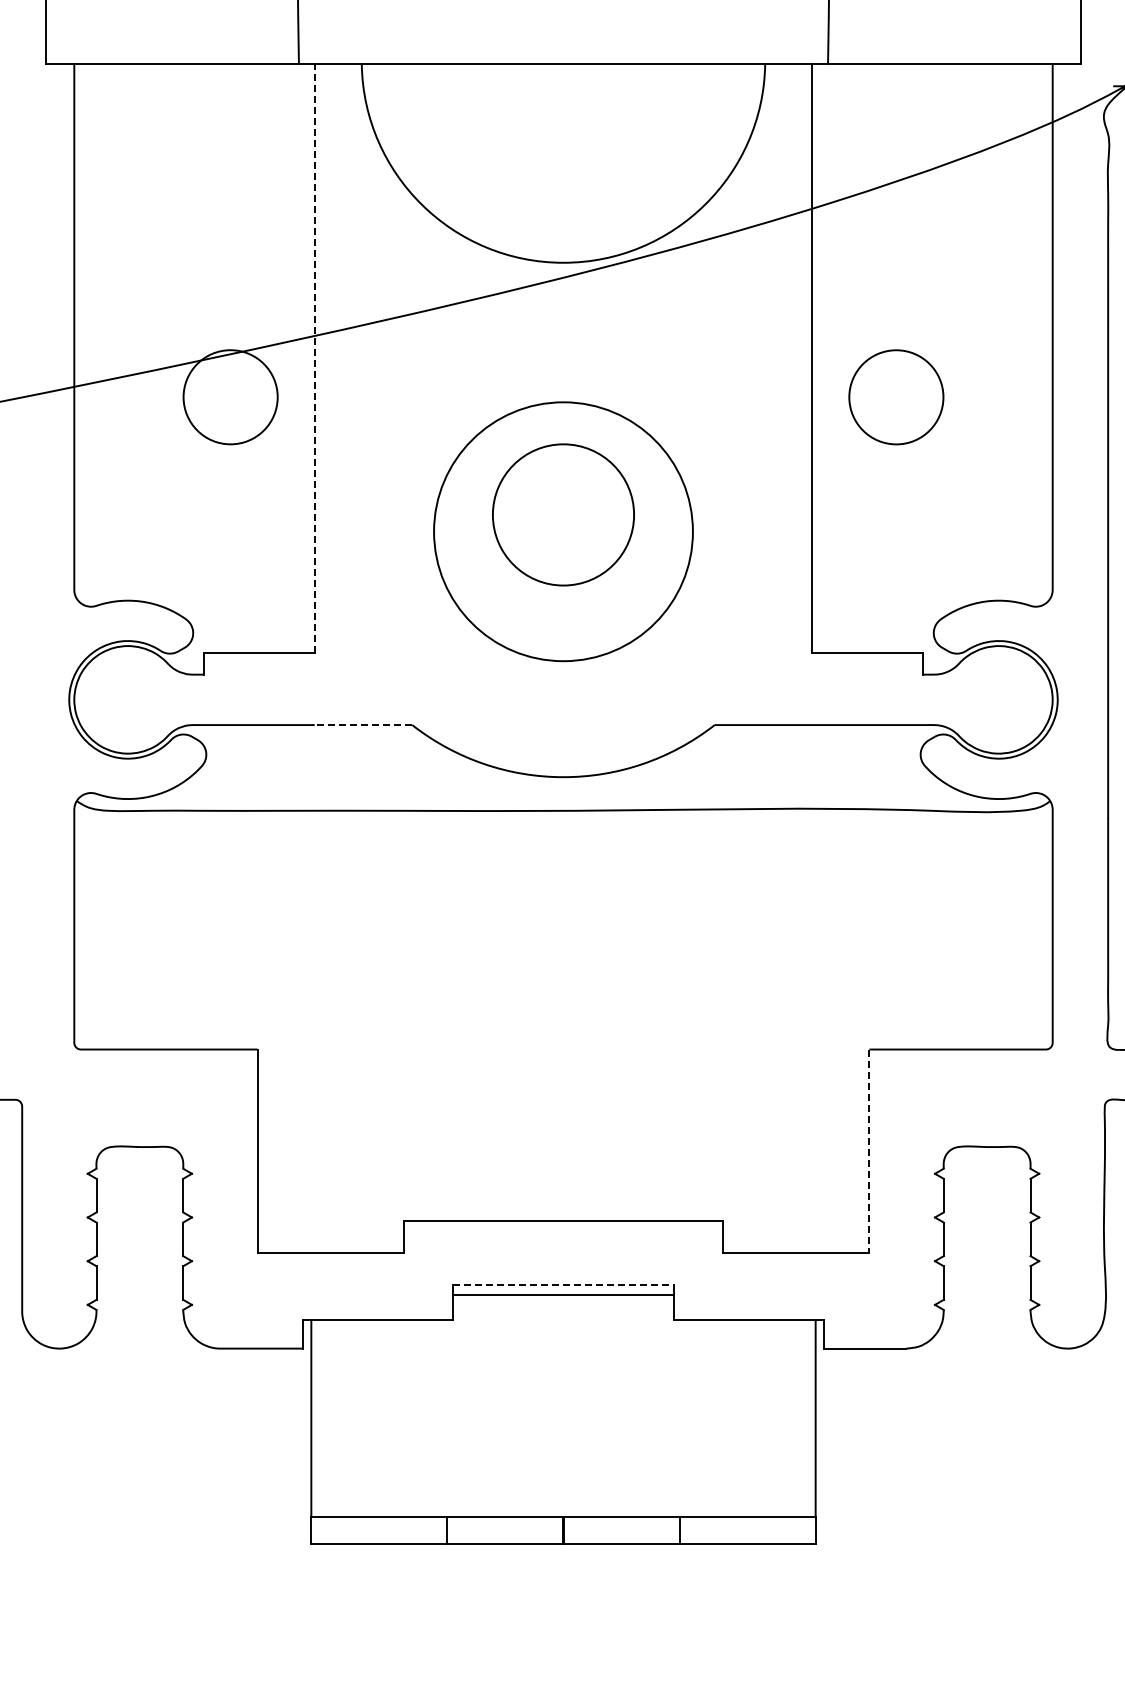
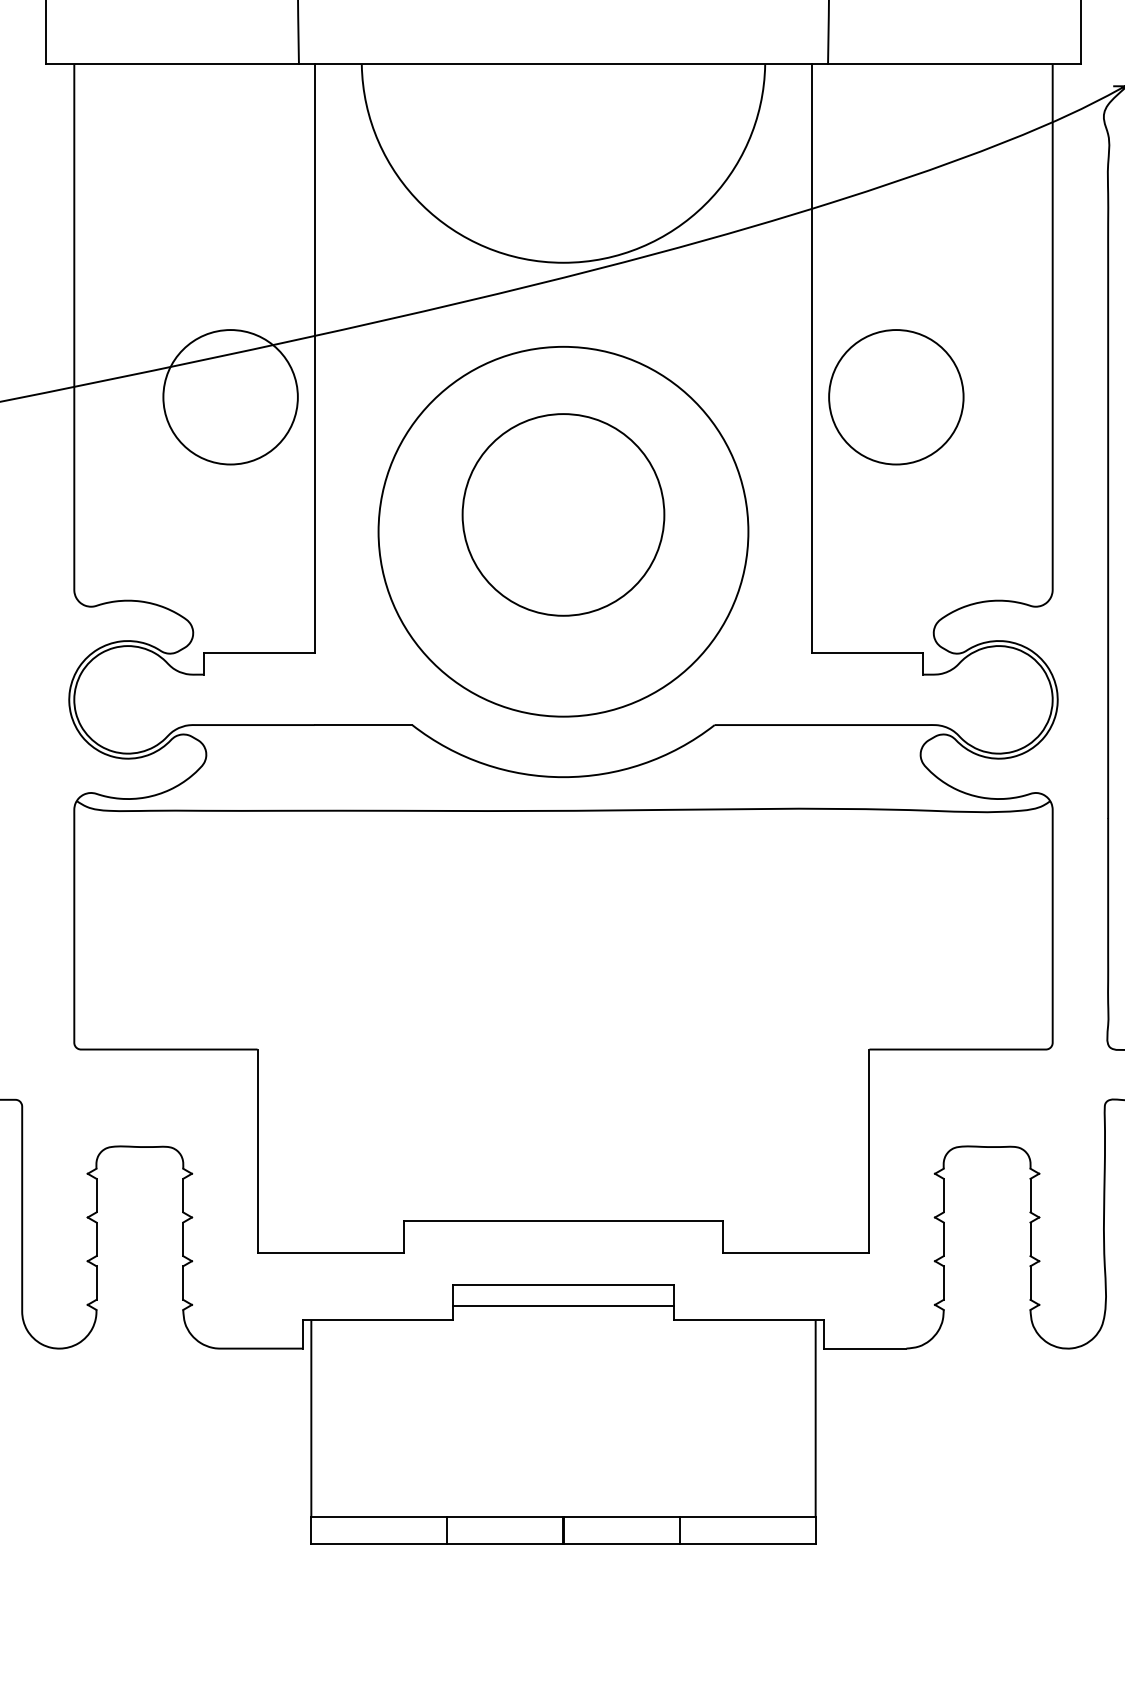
line at (314, 358): dashed -> solid
circle at (230, 397) diameter: 94 px -> 134 px
circle at (896, 397) size: 97x97 px -> 137x137 px
circle at (563, 514) diameter: 141 px -> 202 px
circle at (563, 531) diameter: 259 px -> 370 px
line at (363, 725): dashed -> solid
line at (869, 1151): dashed -> solid
line at (563, 1284): dashed -> solid
line at (563, 1295) position: (563, 1295) -> (563, 1306)
